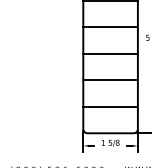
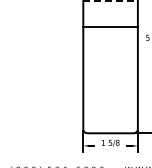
line at (111, 0): solid -> dashed
line at (110, 53): present -> none
line at (110, 80): present -> none
line at (110, 106): present -> none
